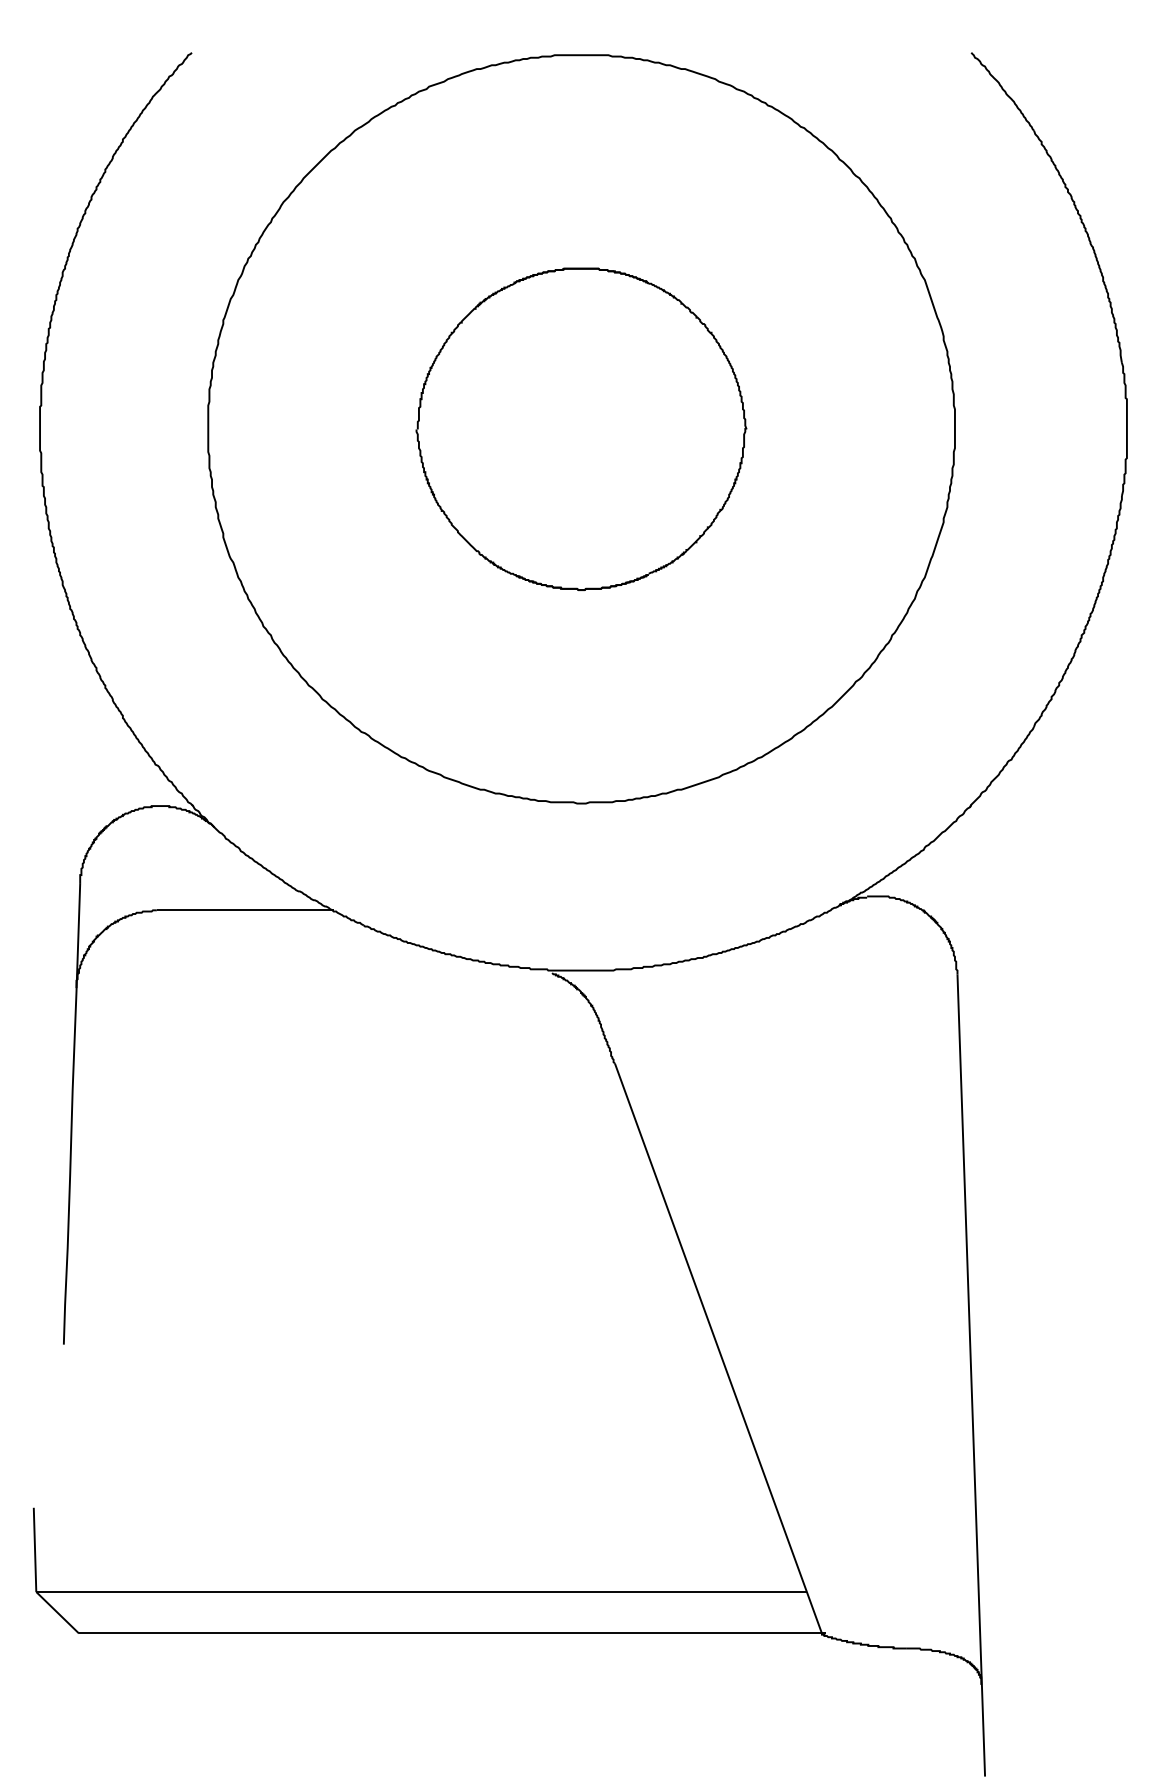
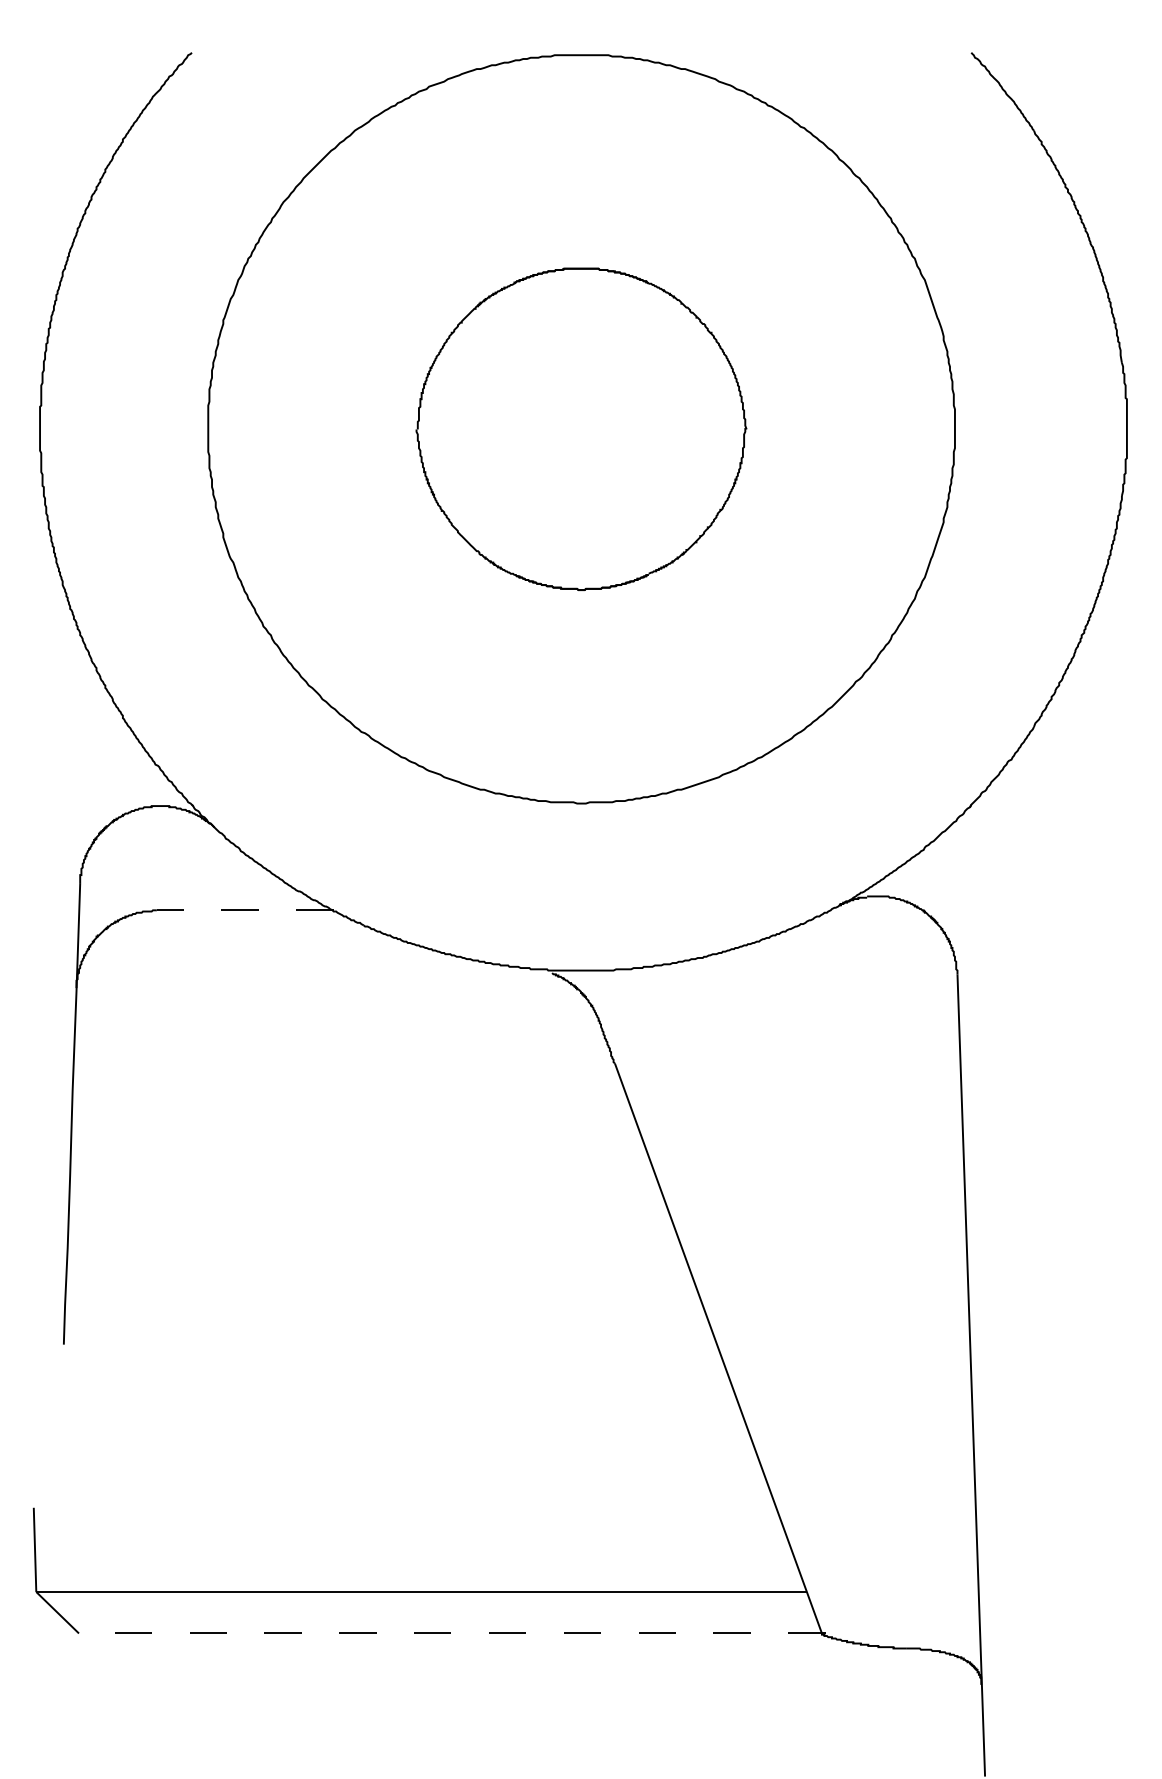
line at (244, 910): solid -> dashed
line at (451, 1633): solid -> dashed
